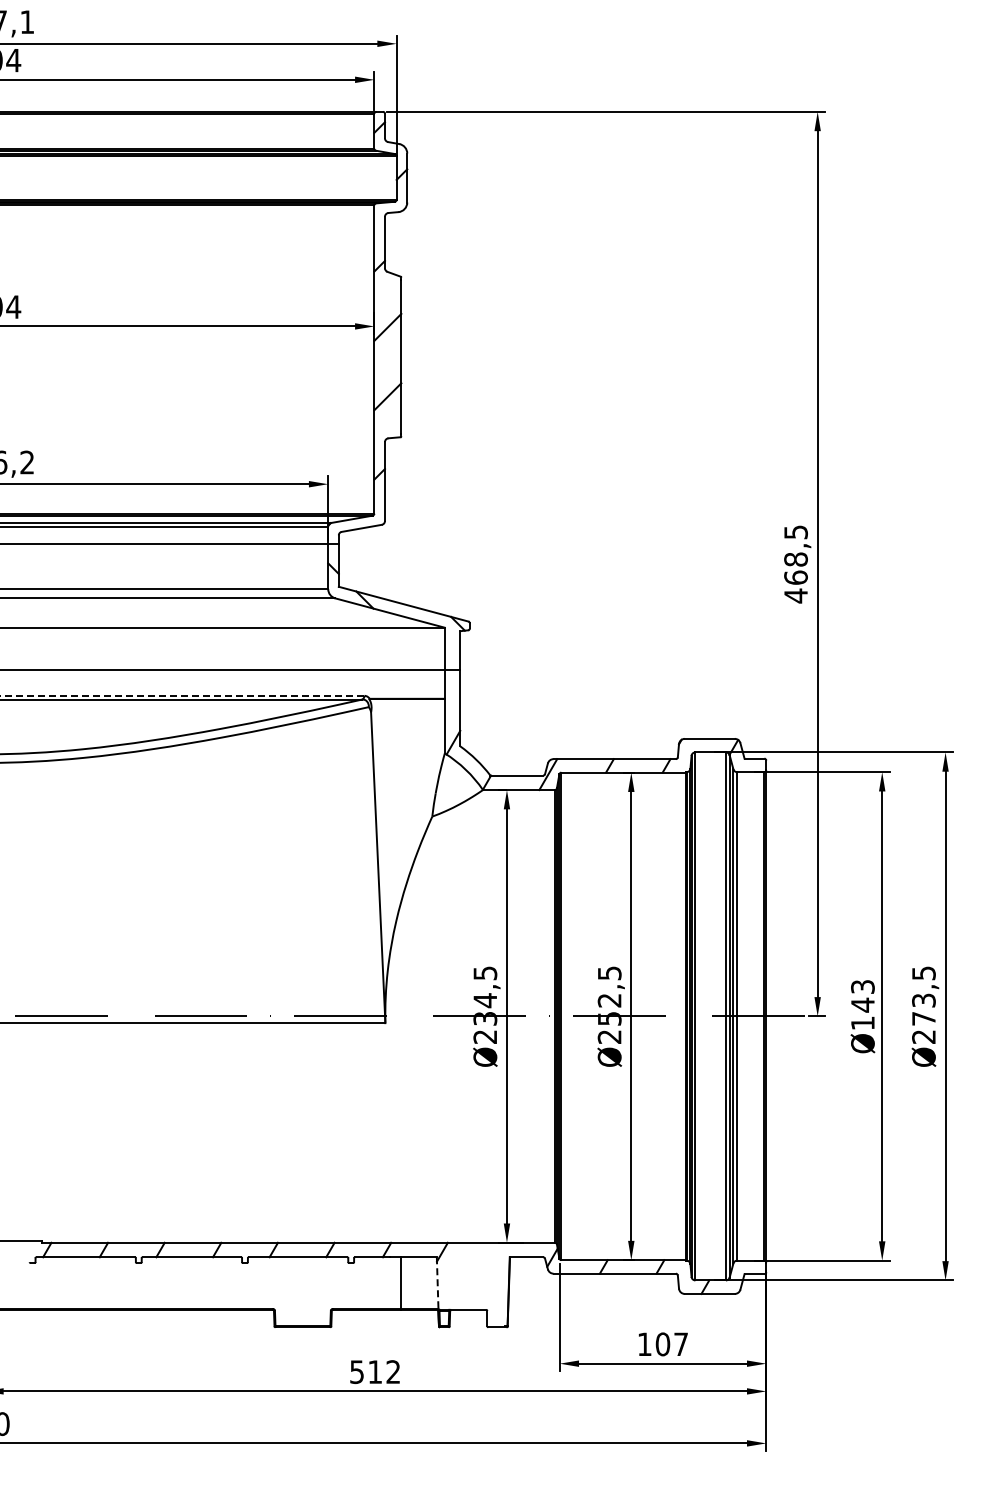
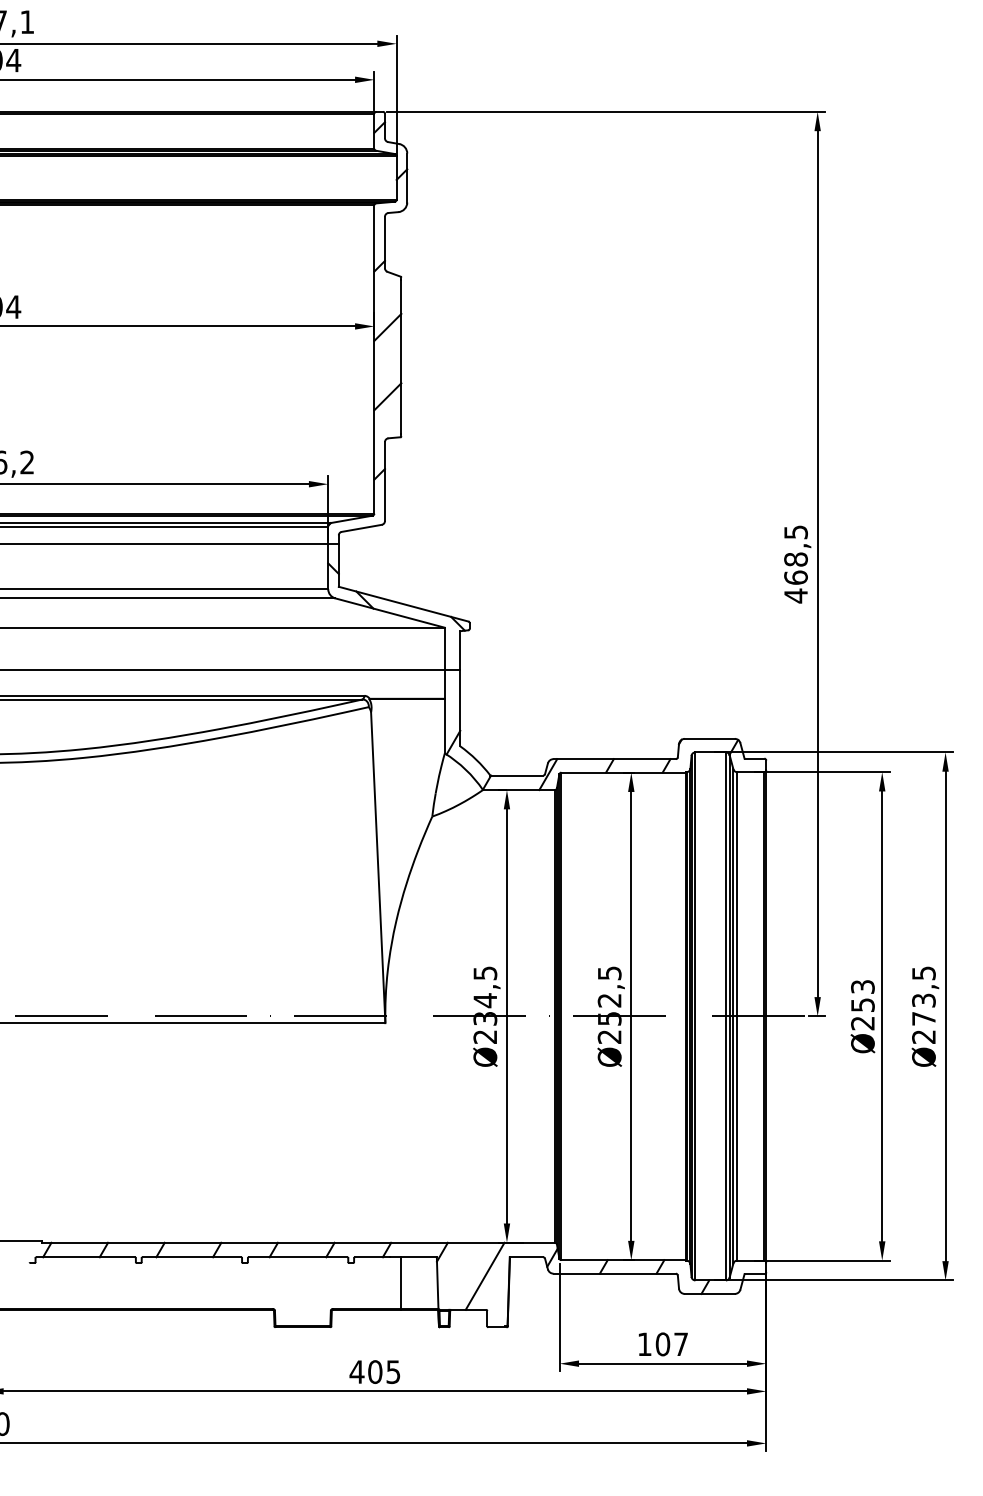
line at (182, 695): dashed -> solid
text at (862, 1013): Ø143 -> Ø253
line at (484, 1275): none -> present
line at (437, 1283): dashed -> solid
text at (374, 1372): 512 -> 405
